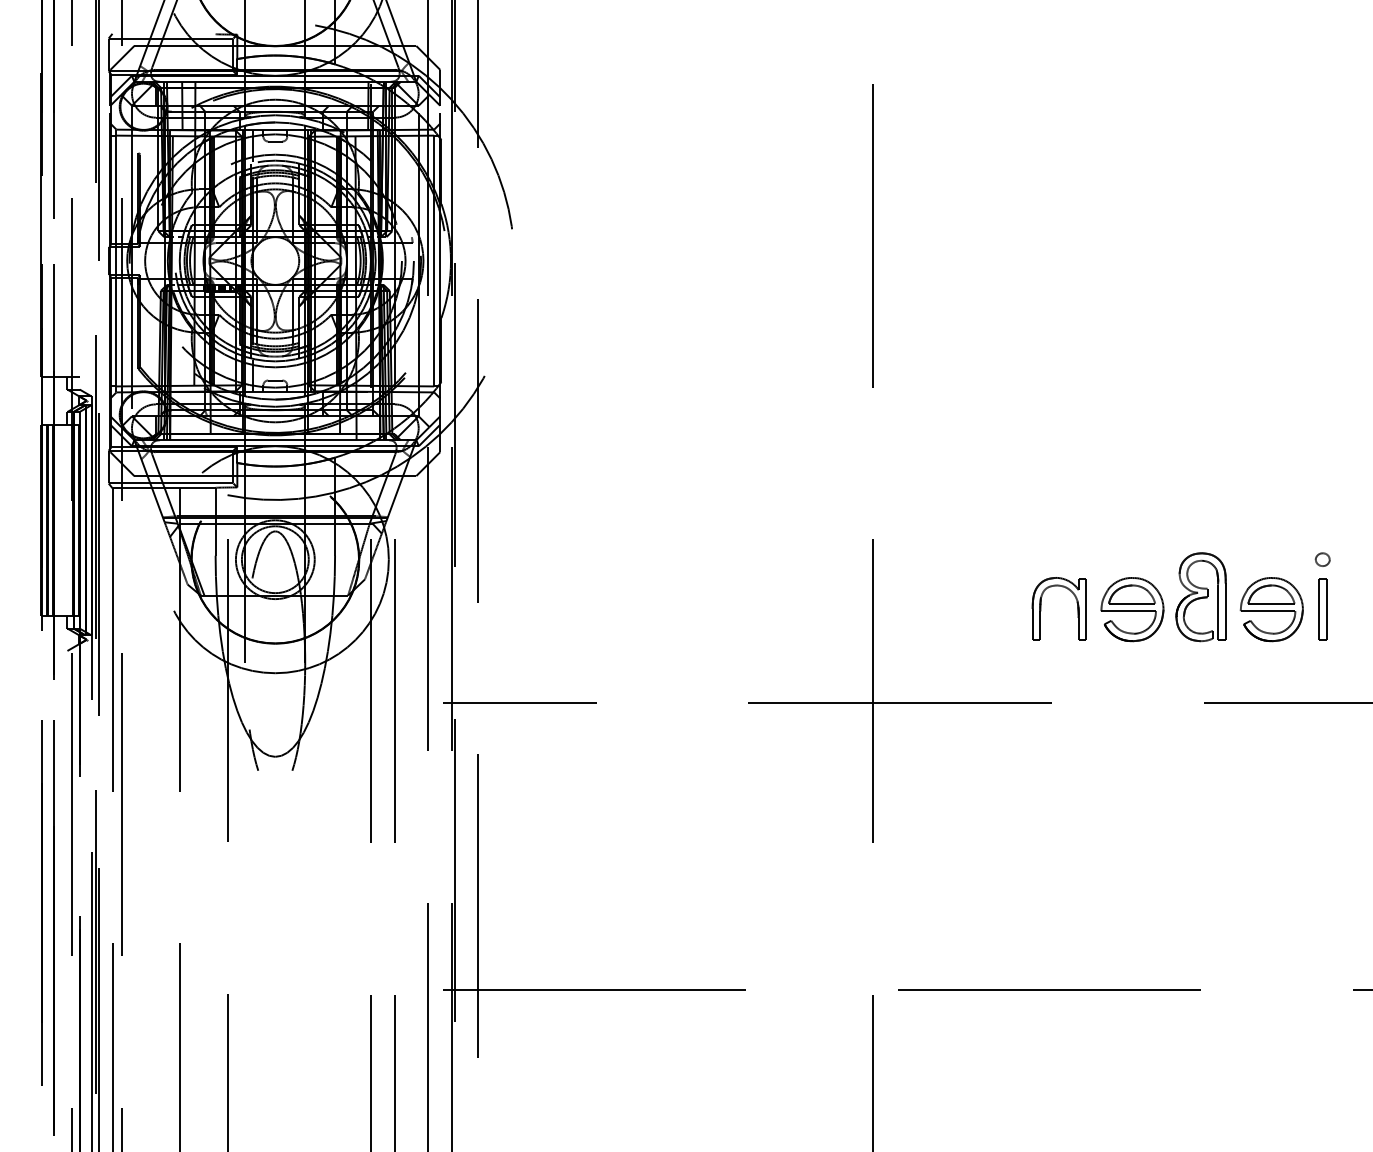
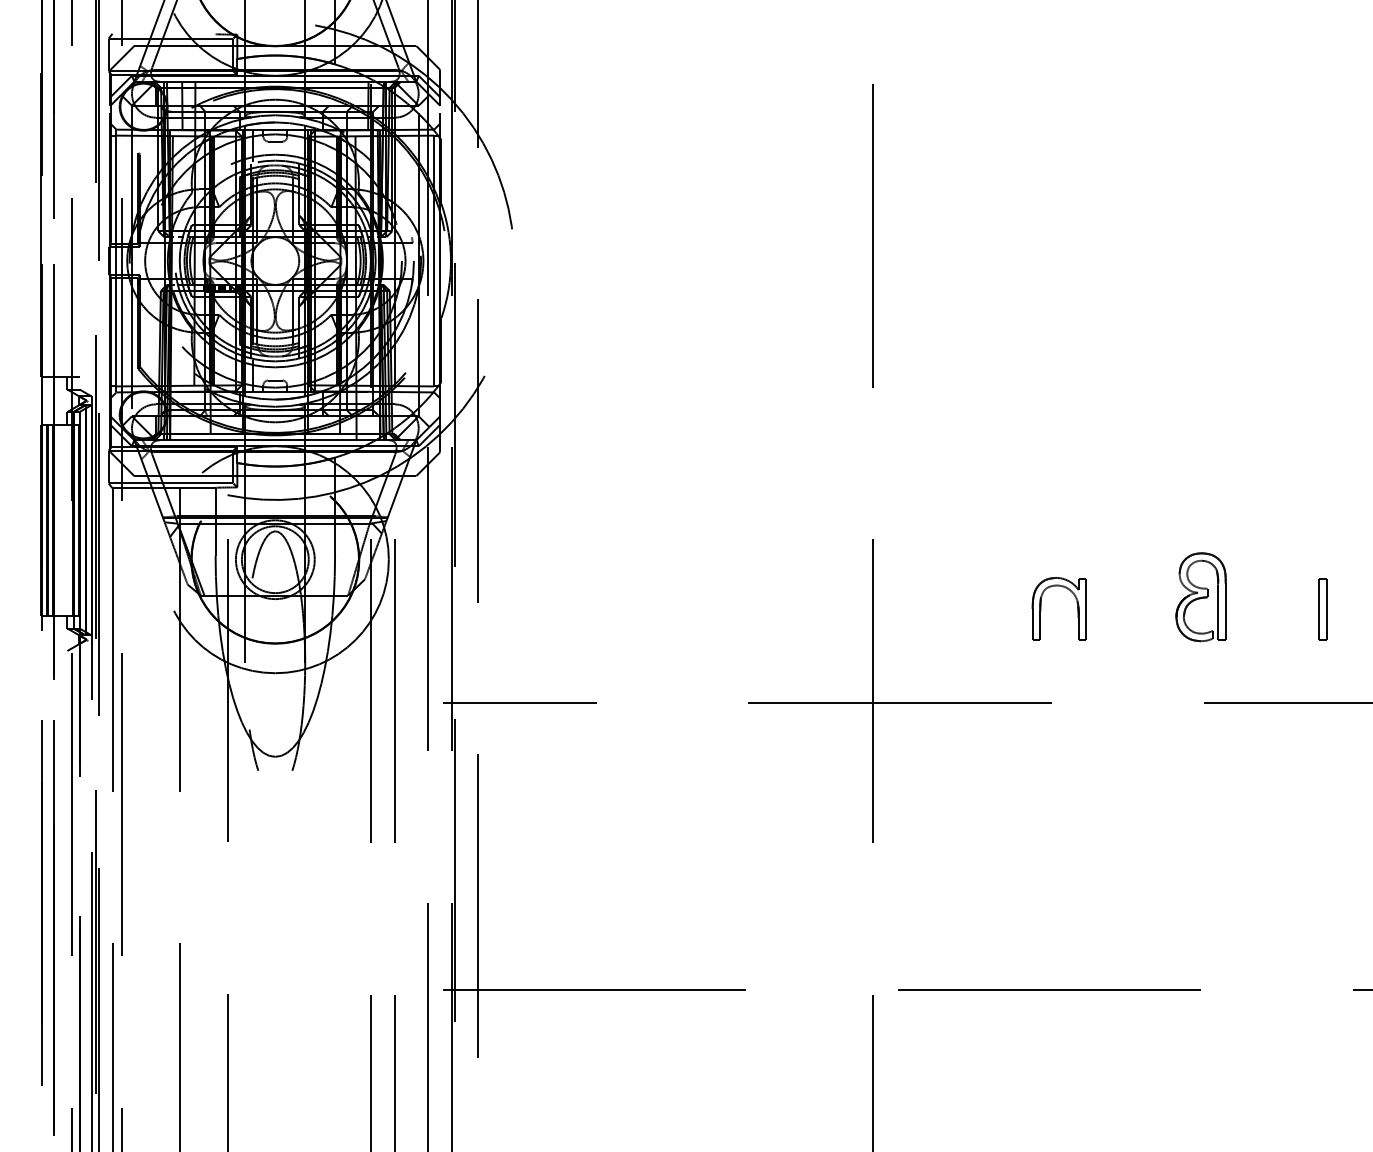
part at (1322, 559): present -> none
part at (1132, 609): present -> none
part at (1271, 609): present -> none
